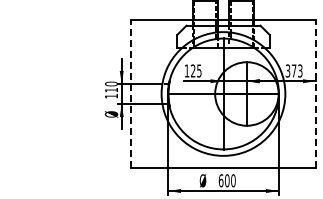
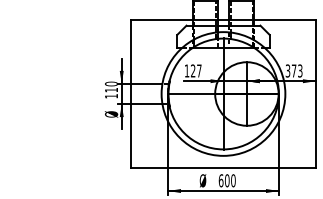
text at (199, 70): 125 -> 127
line at (131, 94): dashed -> solid
line at (315, 94): dashed -> solid
